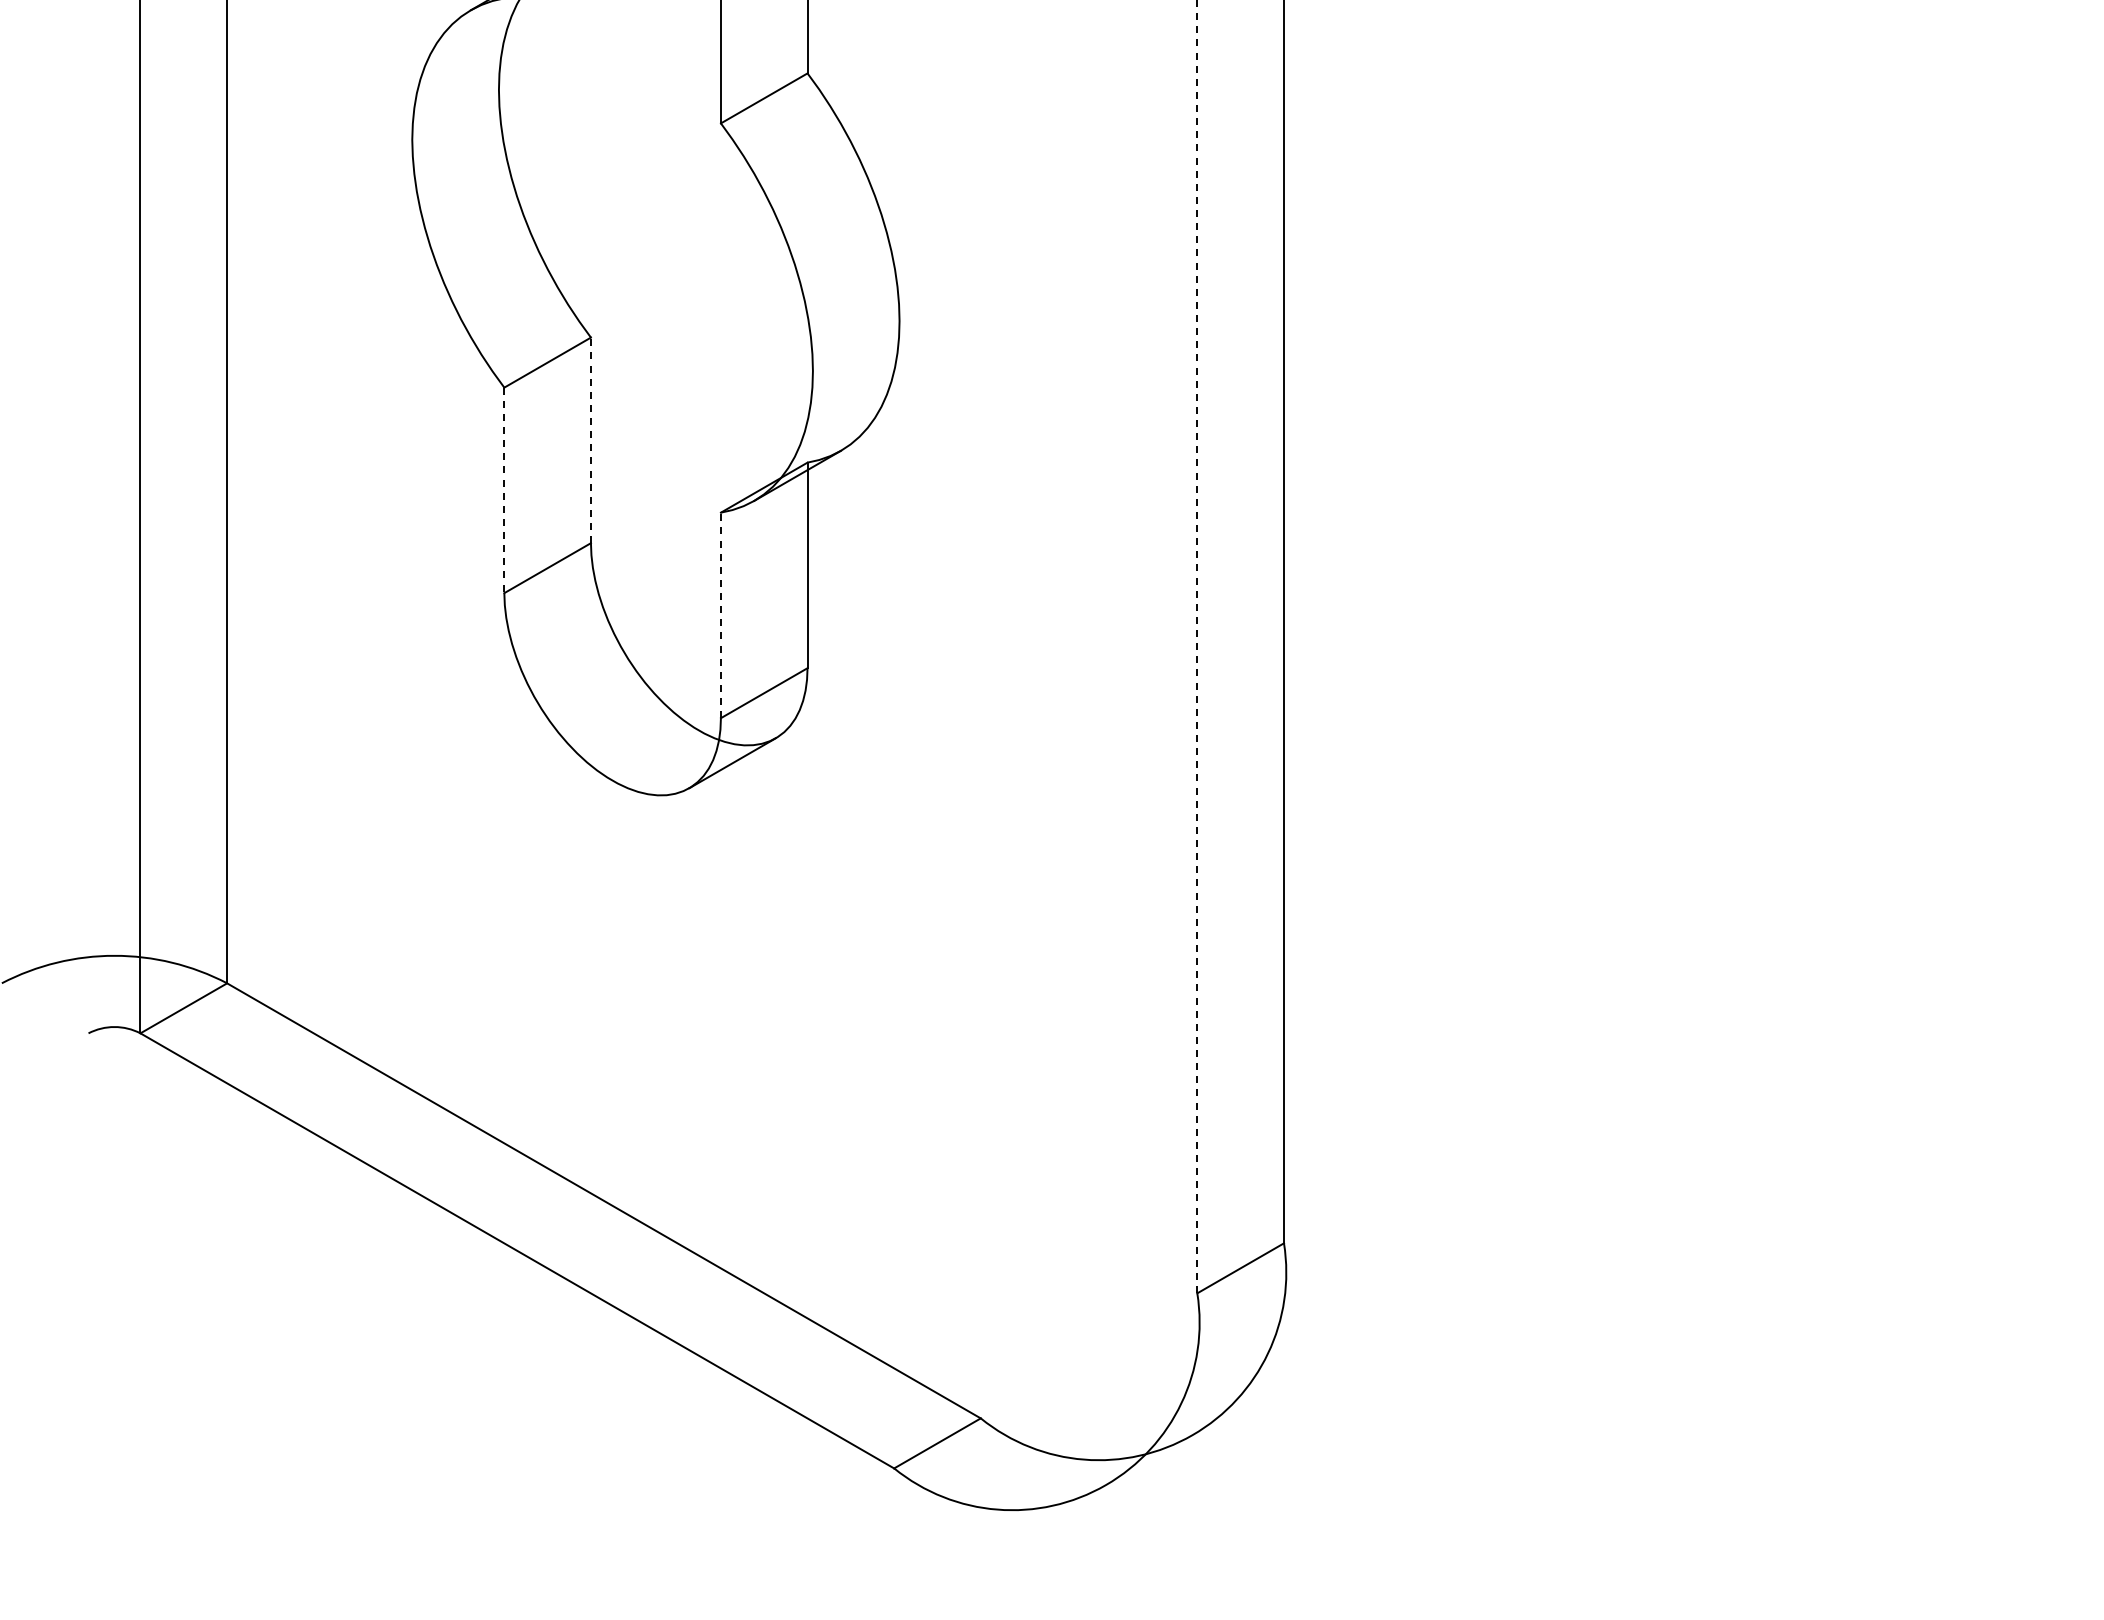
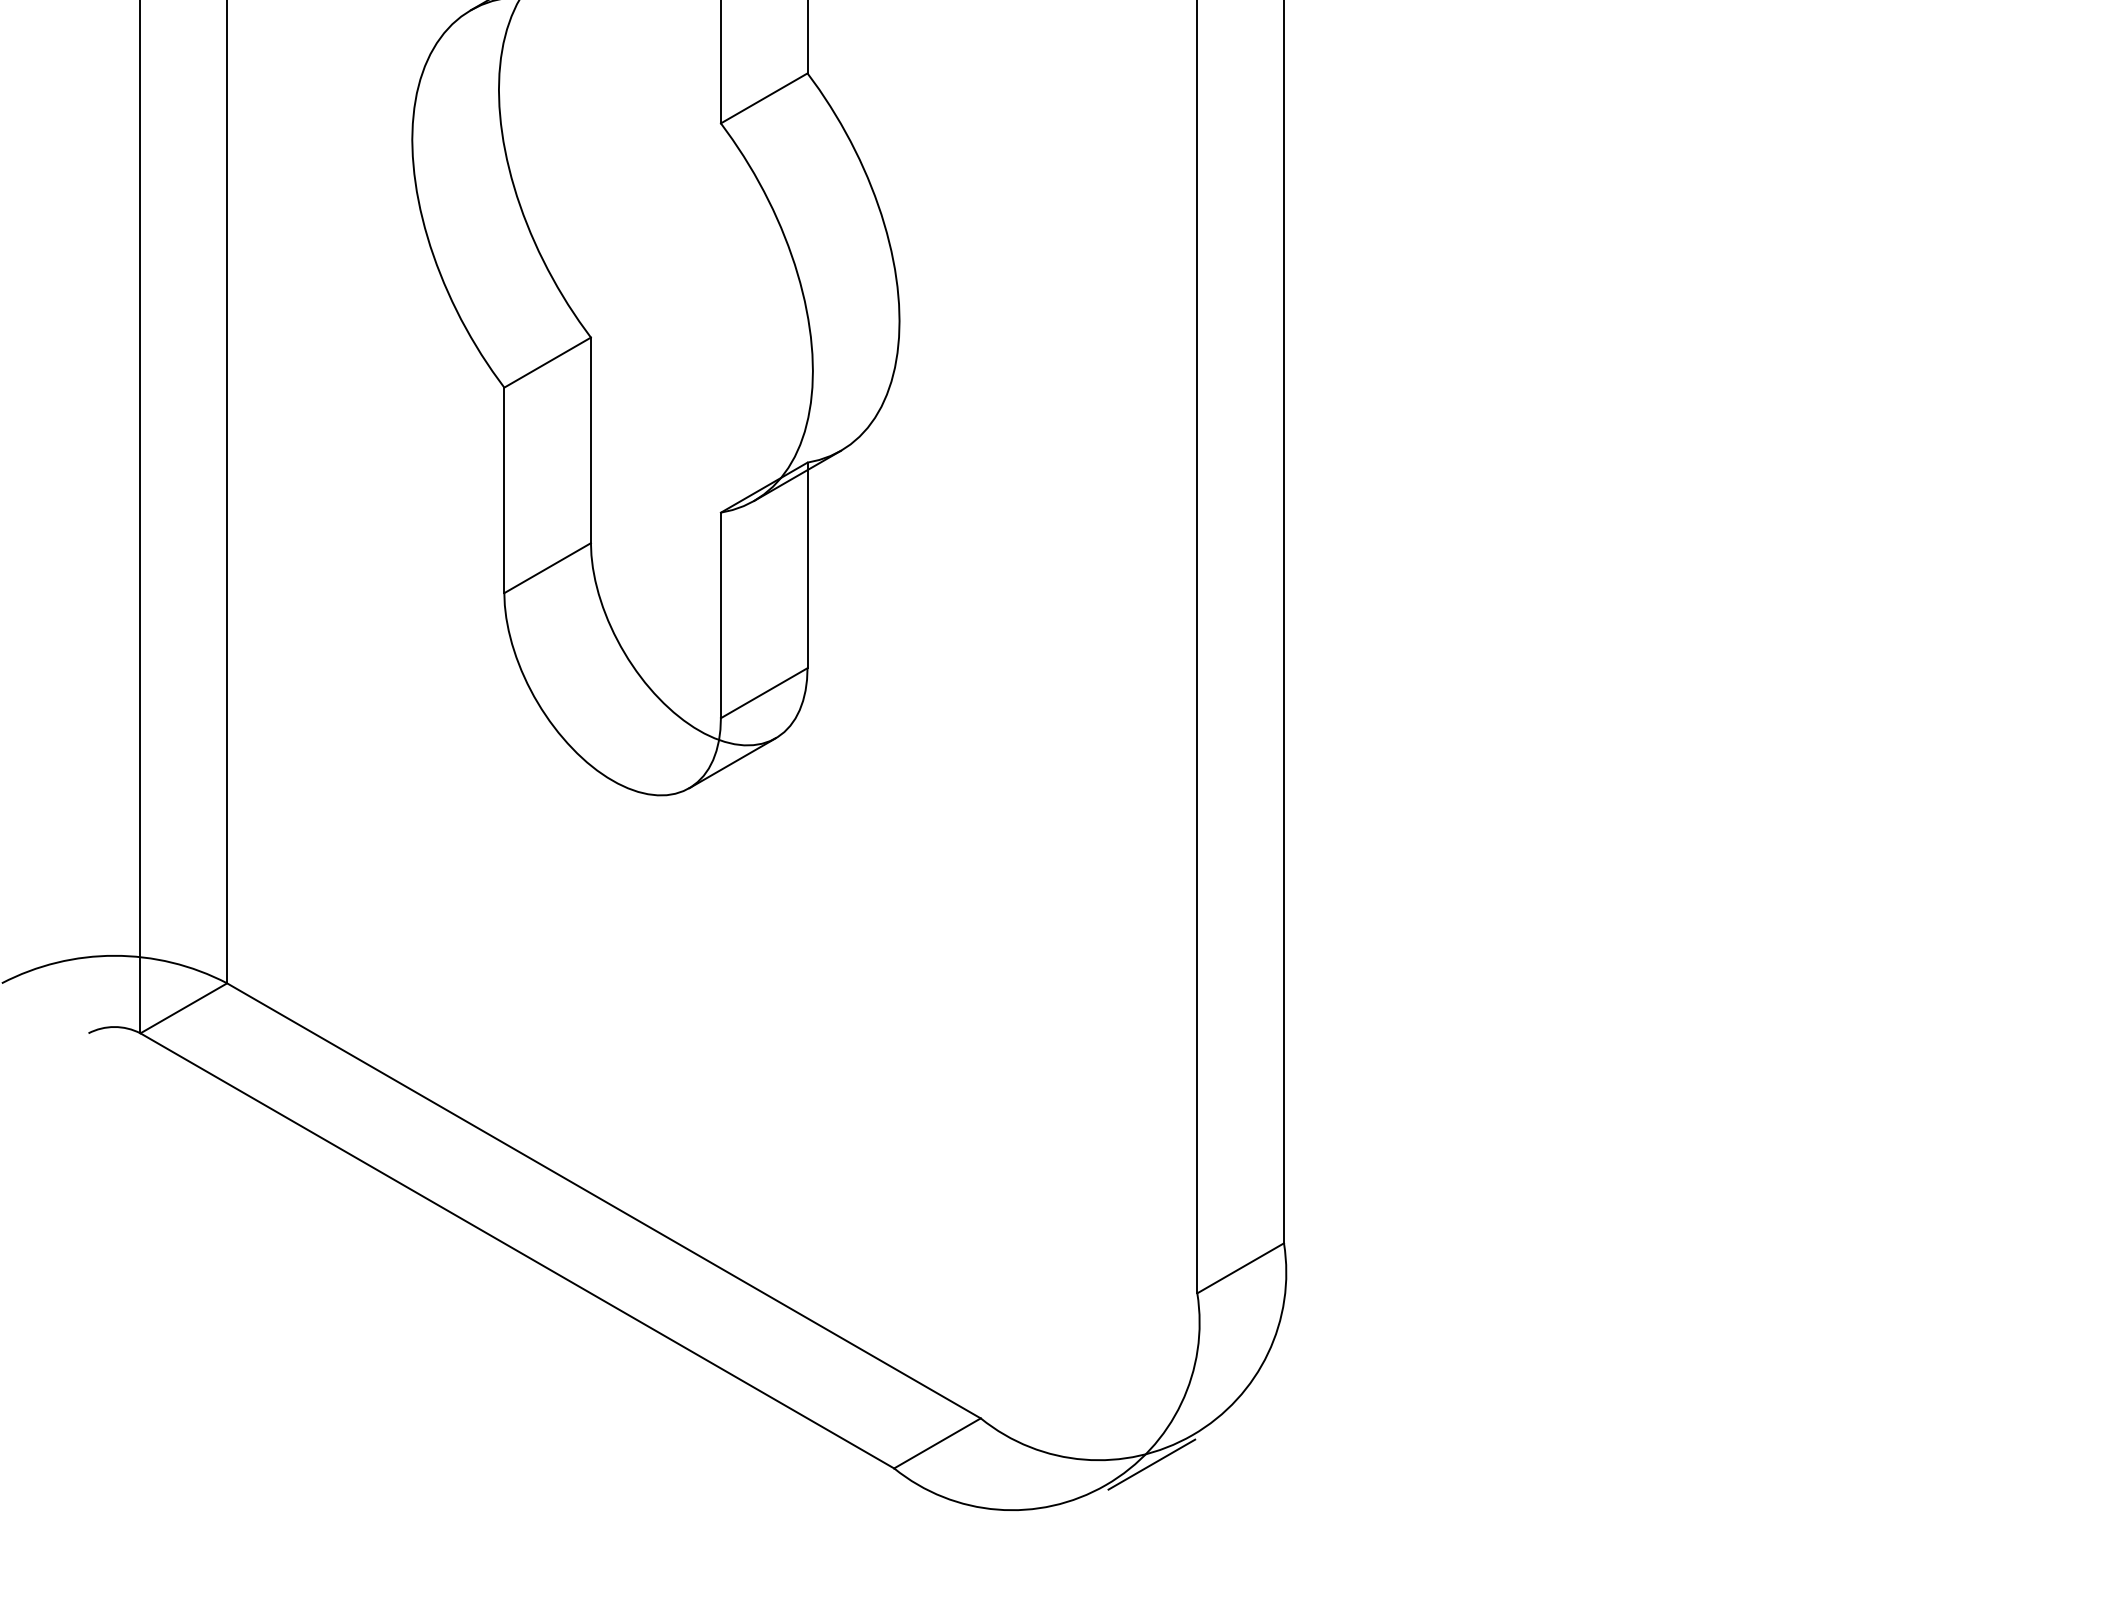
line at (590, 440): dashed -> solid
line at (504, 490): dashed -> solid
line at (720, 615): dashed -> solid
line at (1197, 646): dashed -> solid
line at (1151, 1464): none -> present
